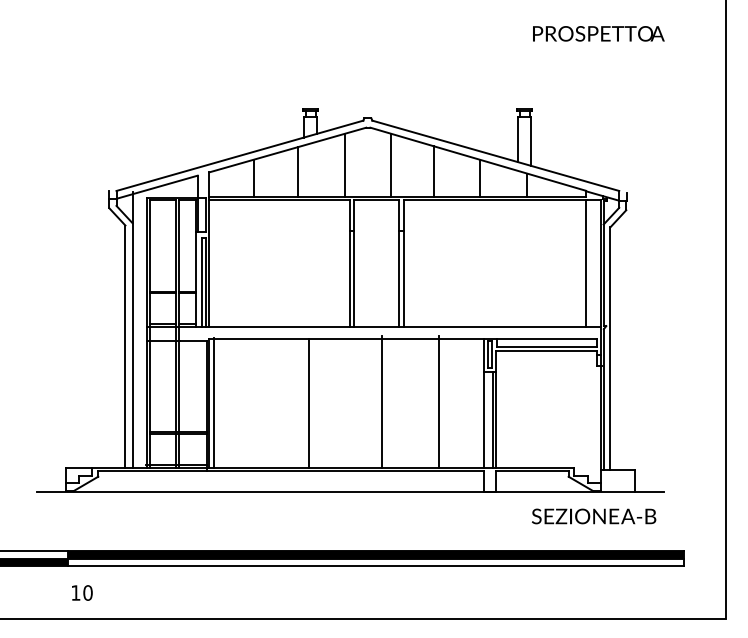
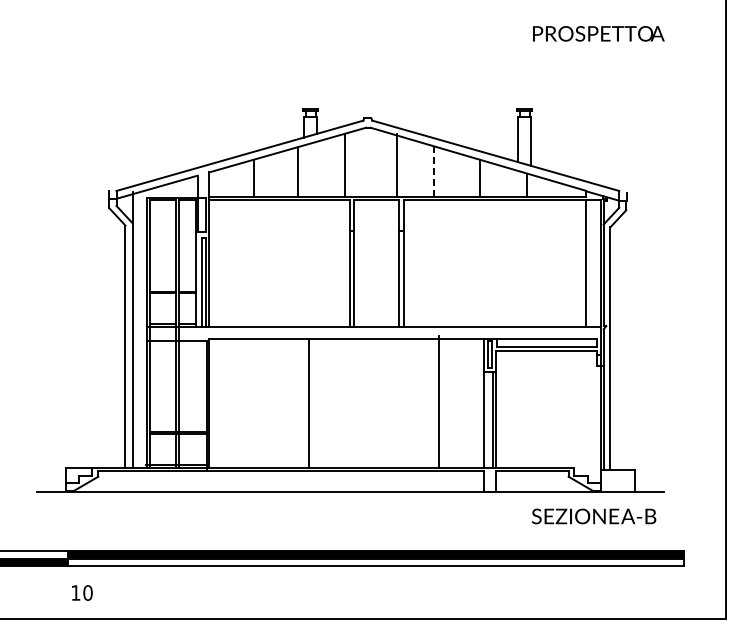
line at (390, 164) position: (390, 164) -> (396, 164)
line at (434, 171): solid -> dashed
line at (381, 401): present -> none
line at (213, 402): present -> none
